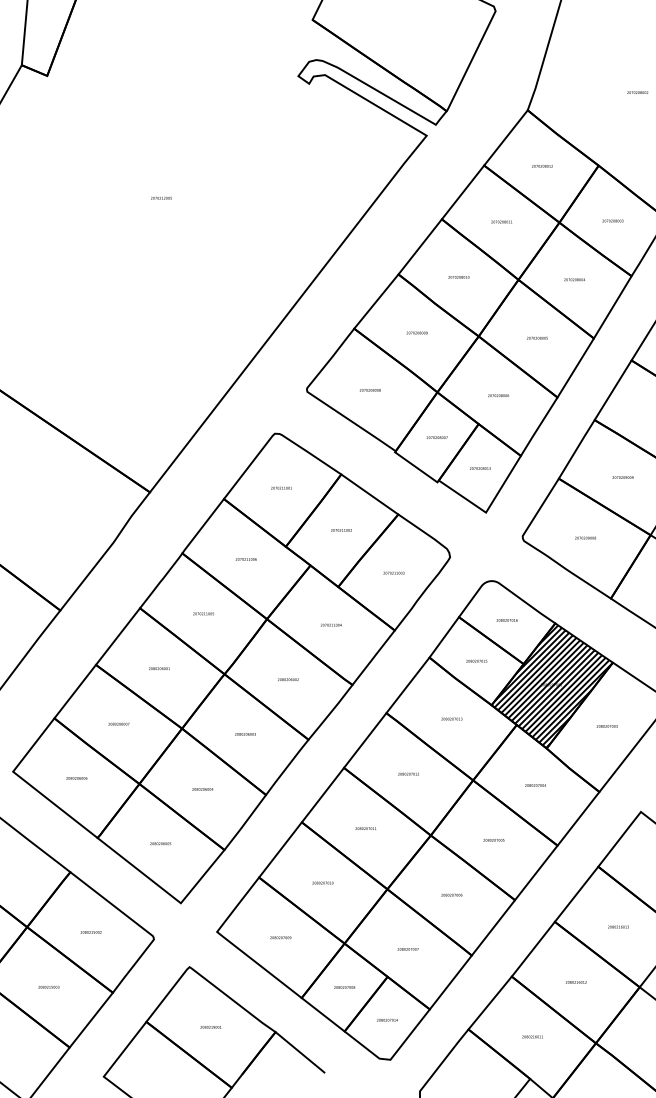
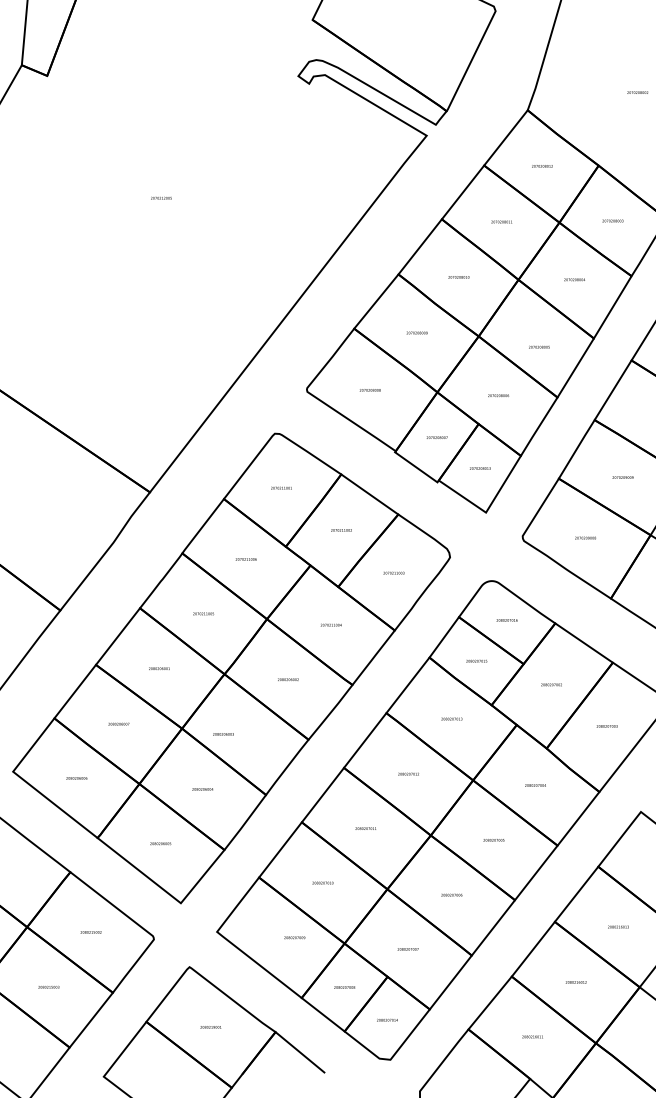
text at (537, 337) position: (537, 337) -> (539, 346)
hatch at (553, 686): present -> none
text at (245, 734) position: (245, 734) -> (223, 734)
text at (280, 937) position: (280, 937) -> (294, 937)
